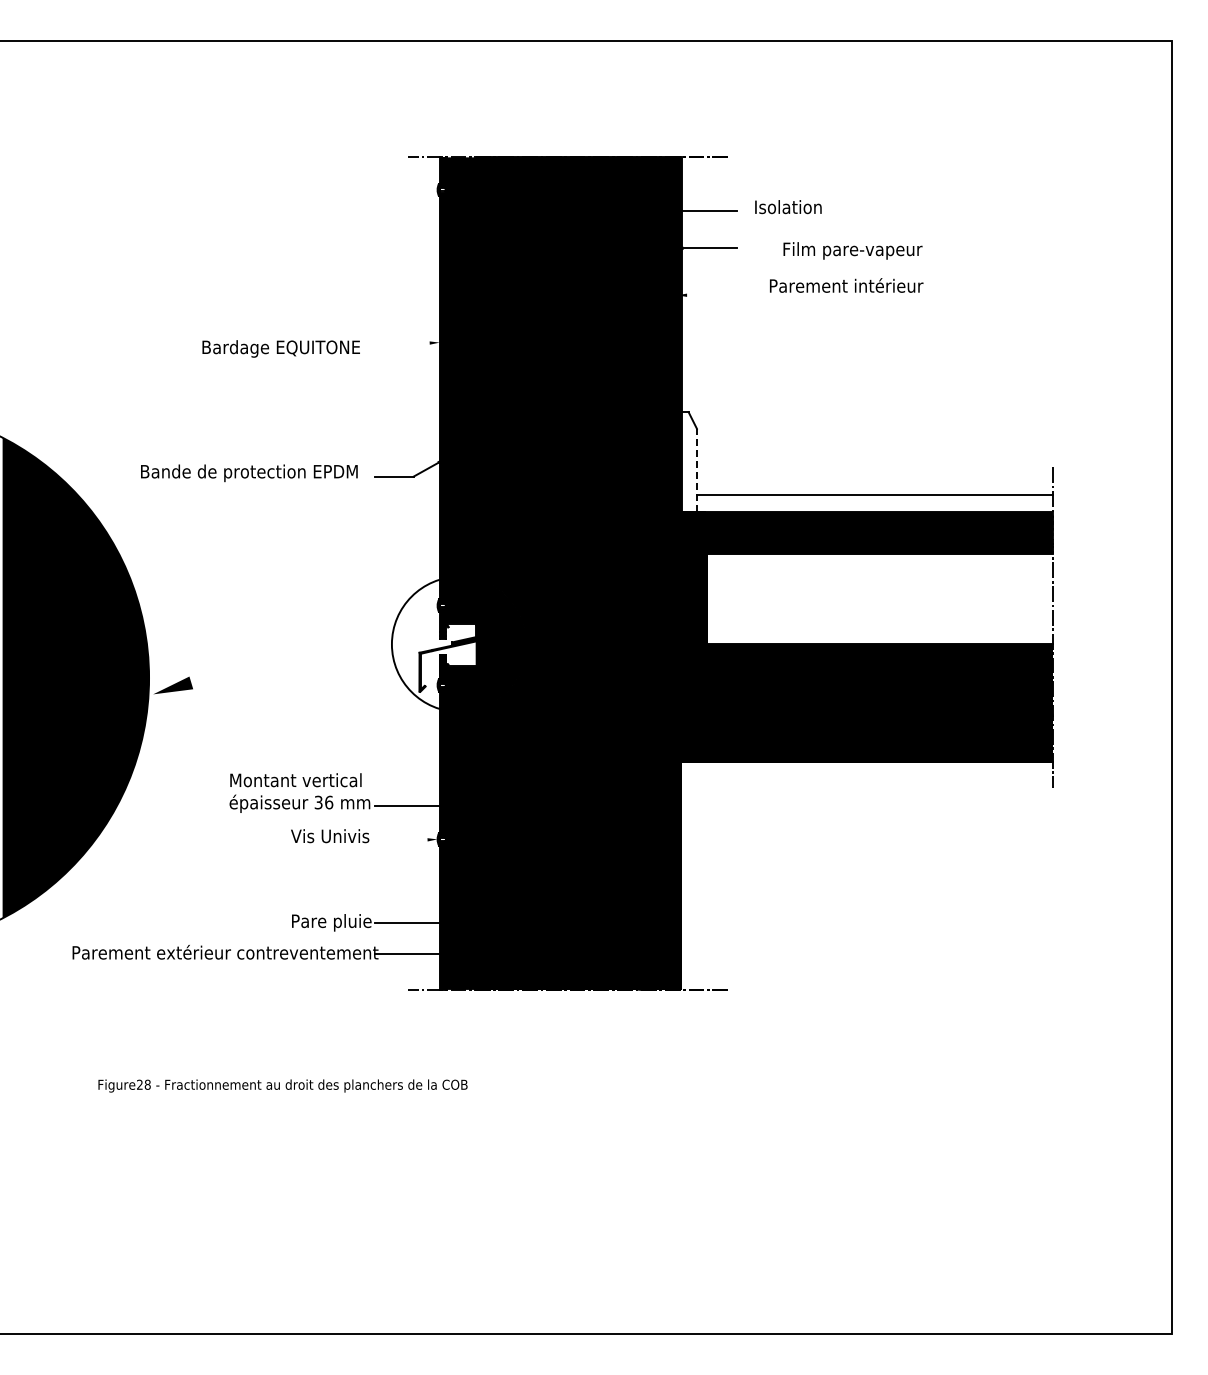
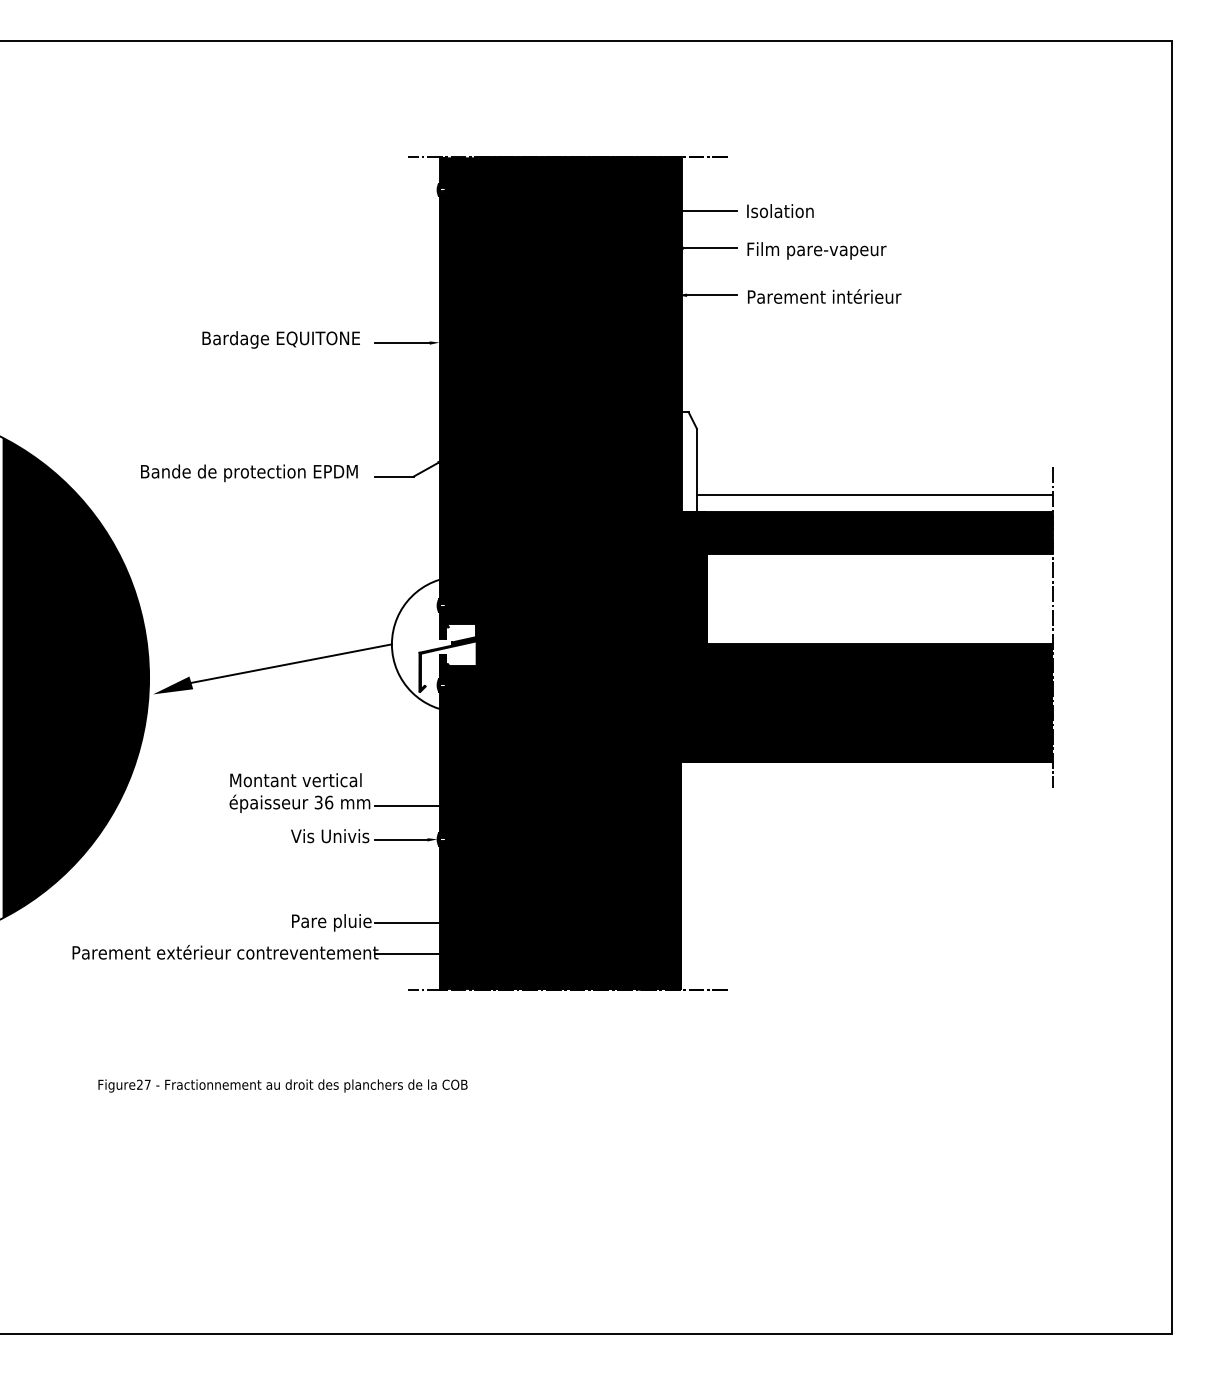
text at (788, 207) position: (788, 207) -> (780, 211)
text at (852, 250) position: (852, 250) -> (816, 250)
text at (846, 285) position: (846, 285) -> (824, 296)
line at (711, 295): none -> present
line at (402, 343): none -> present
text at (280, 348) position: (280, 348) -> (280, 339)
line at (696, 470): dashed -> solid
line at (291, 663): none -> present
line at (401, 839): none -> present
text at (147, 1084): Figure28 -> Figure27
